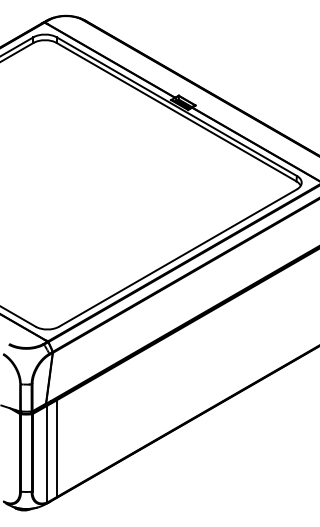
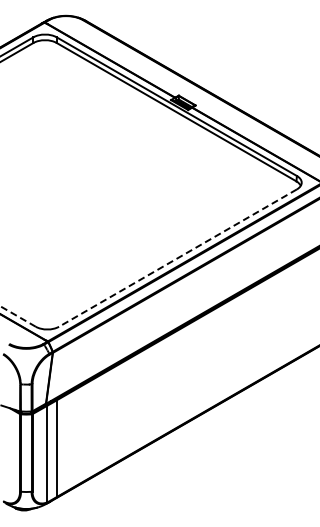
line at (177, 258): solid -> dashed
line at (17, 316): solid -> dashed
